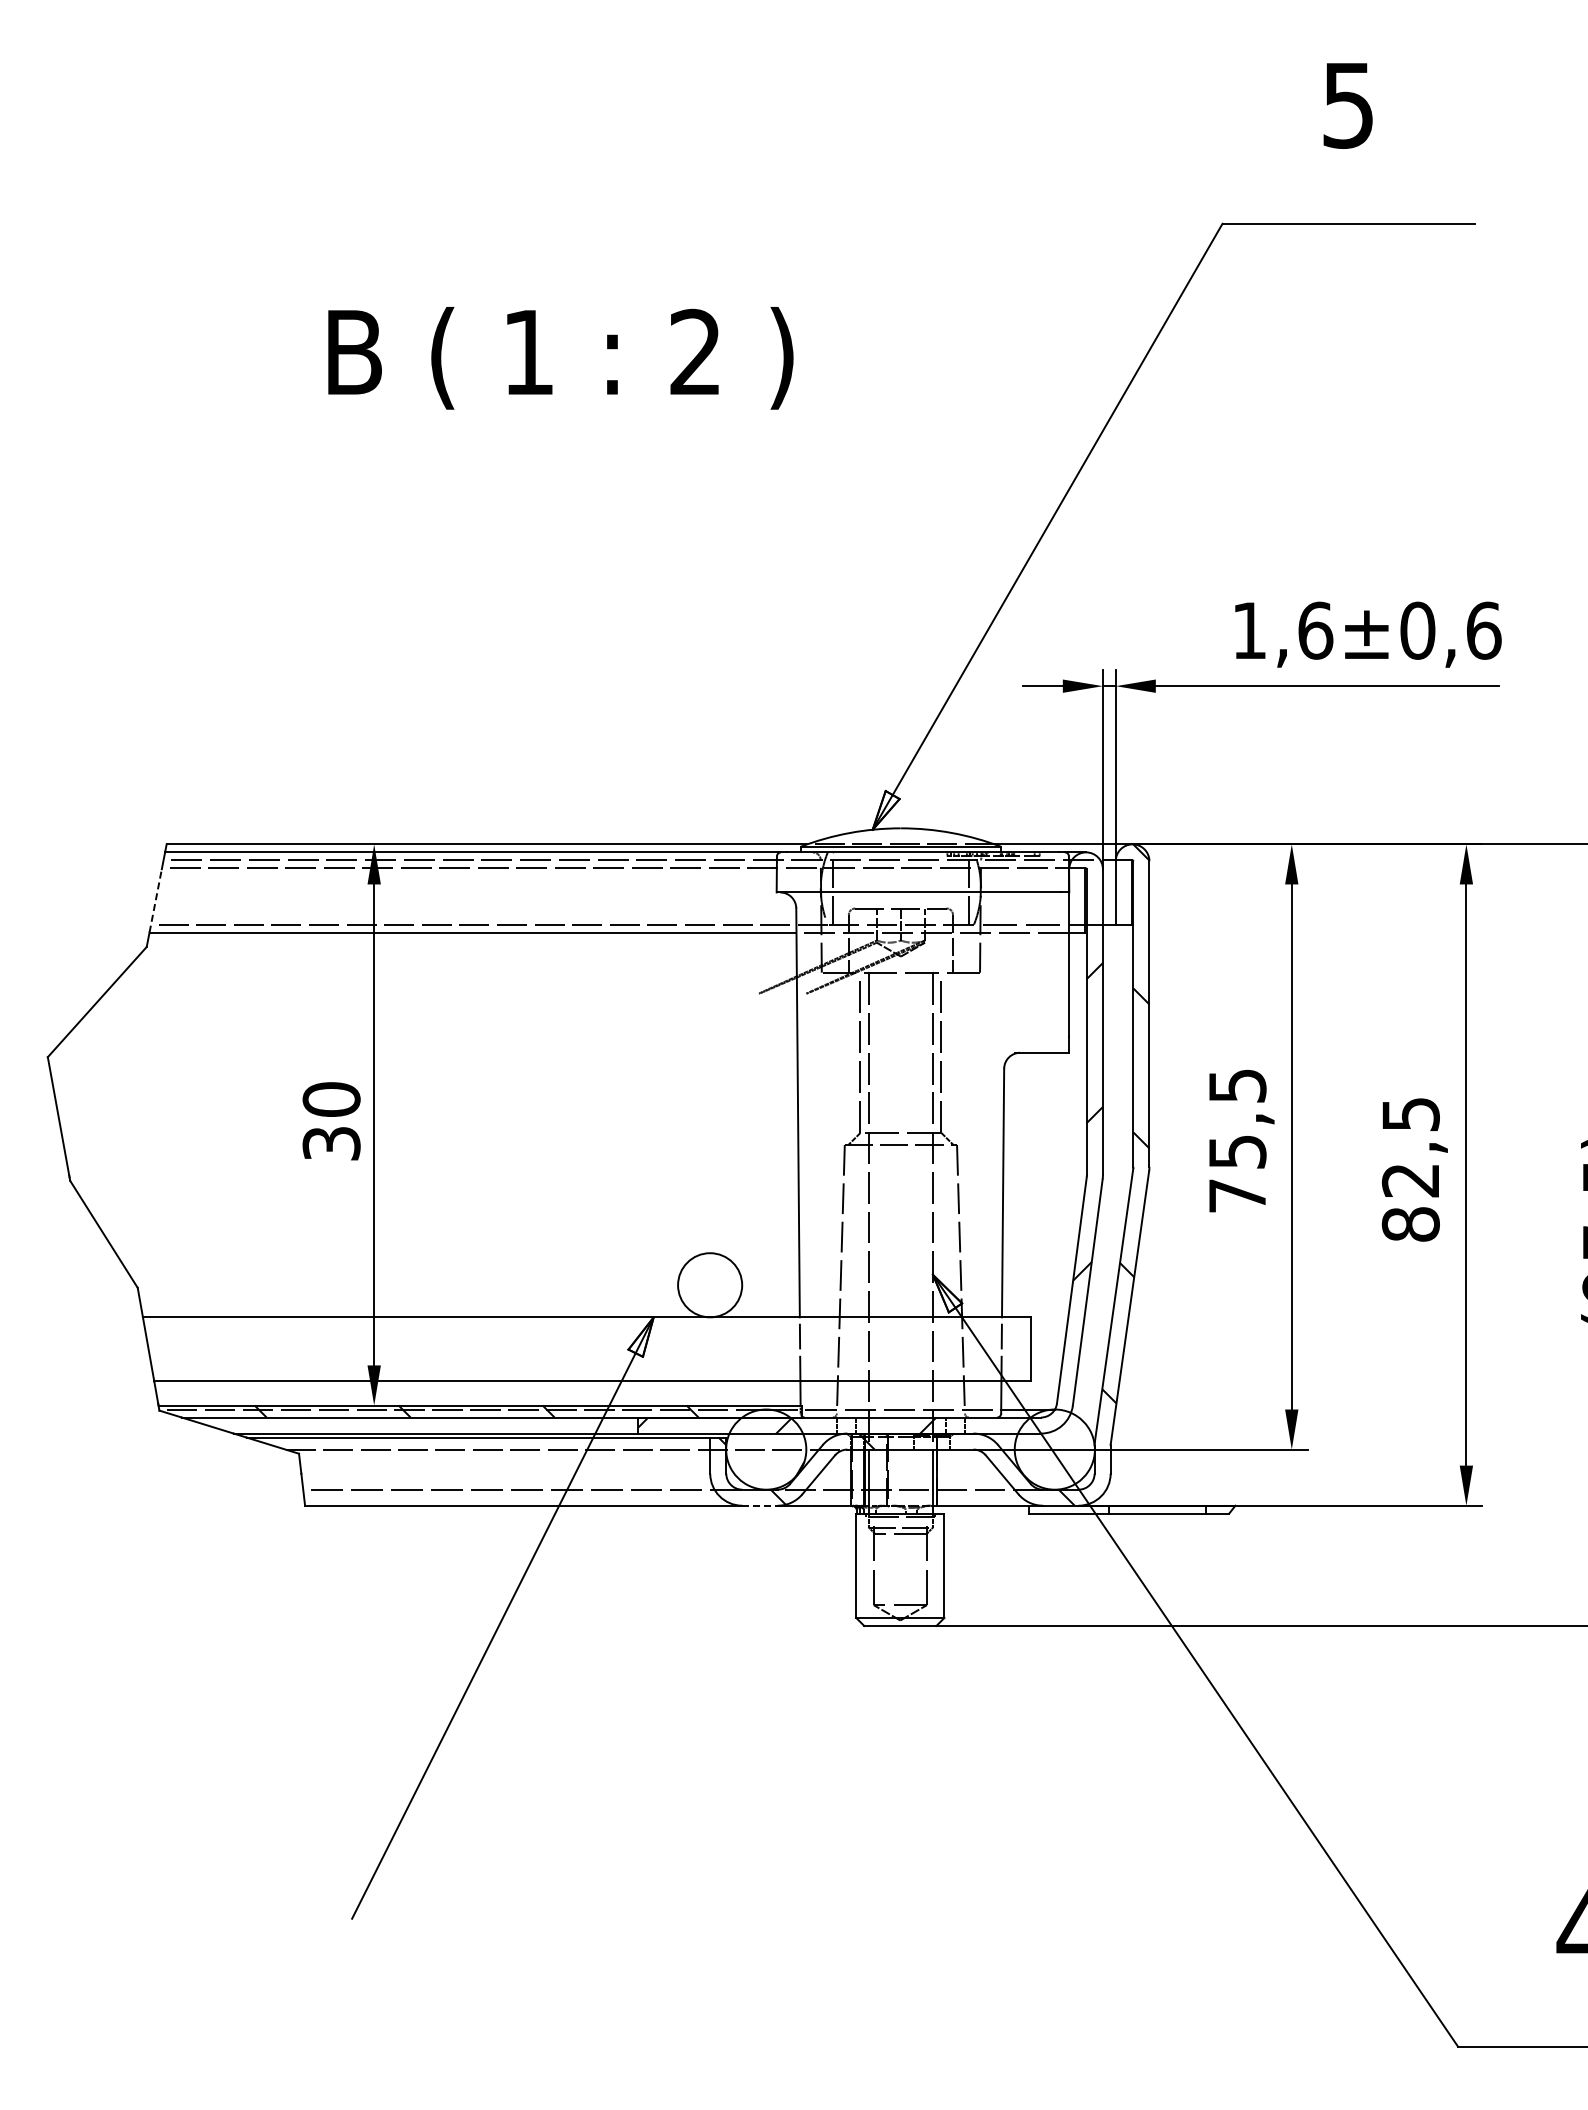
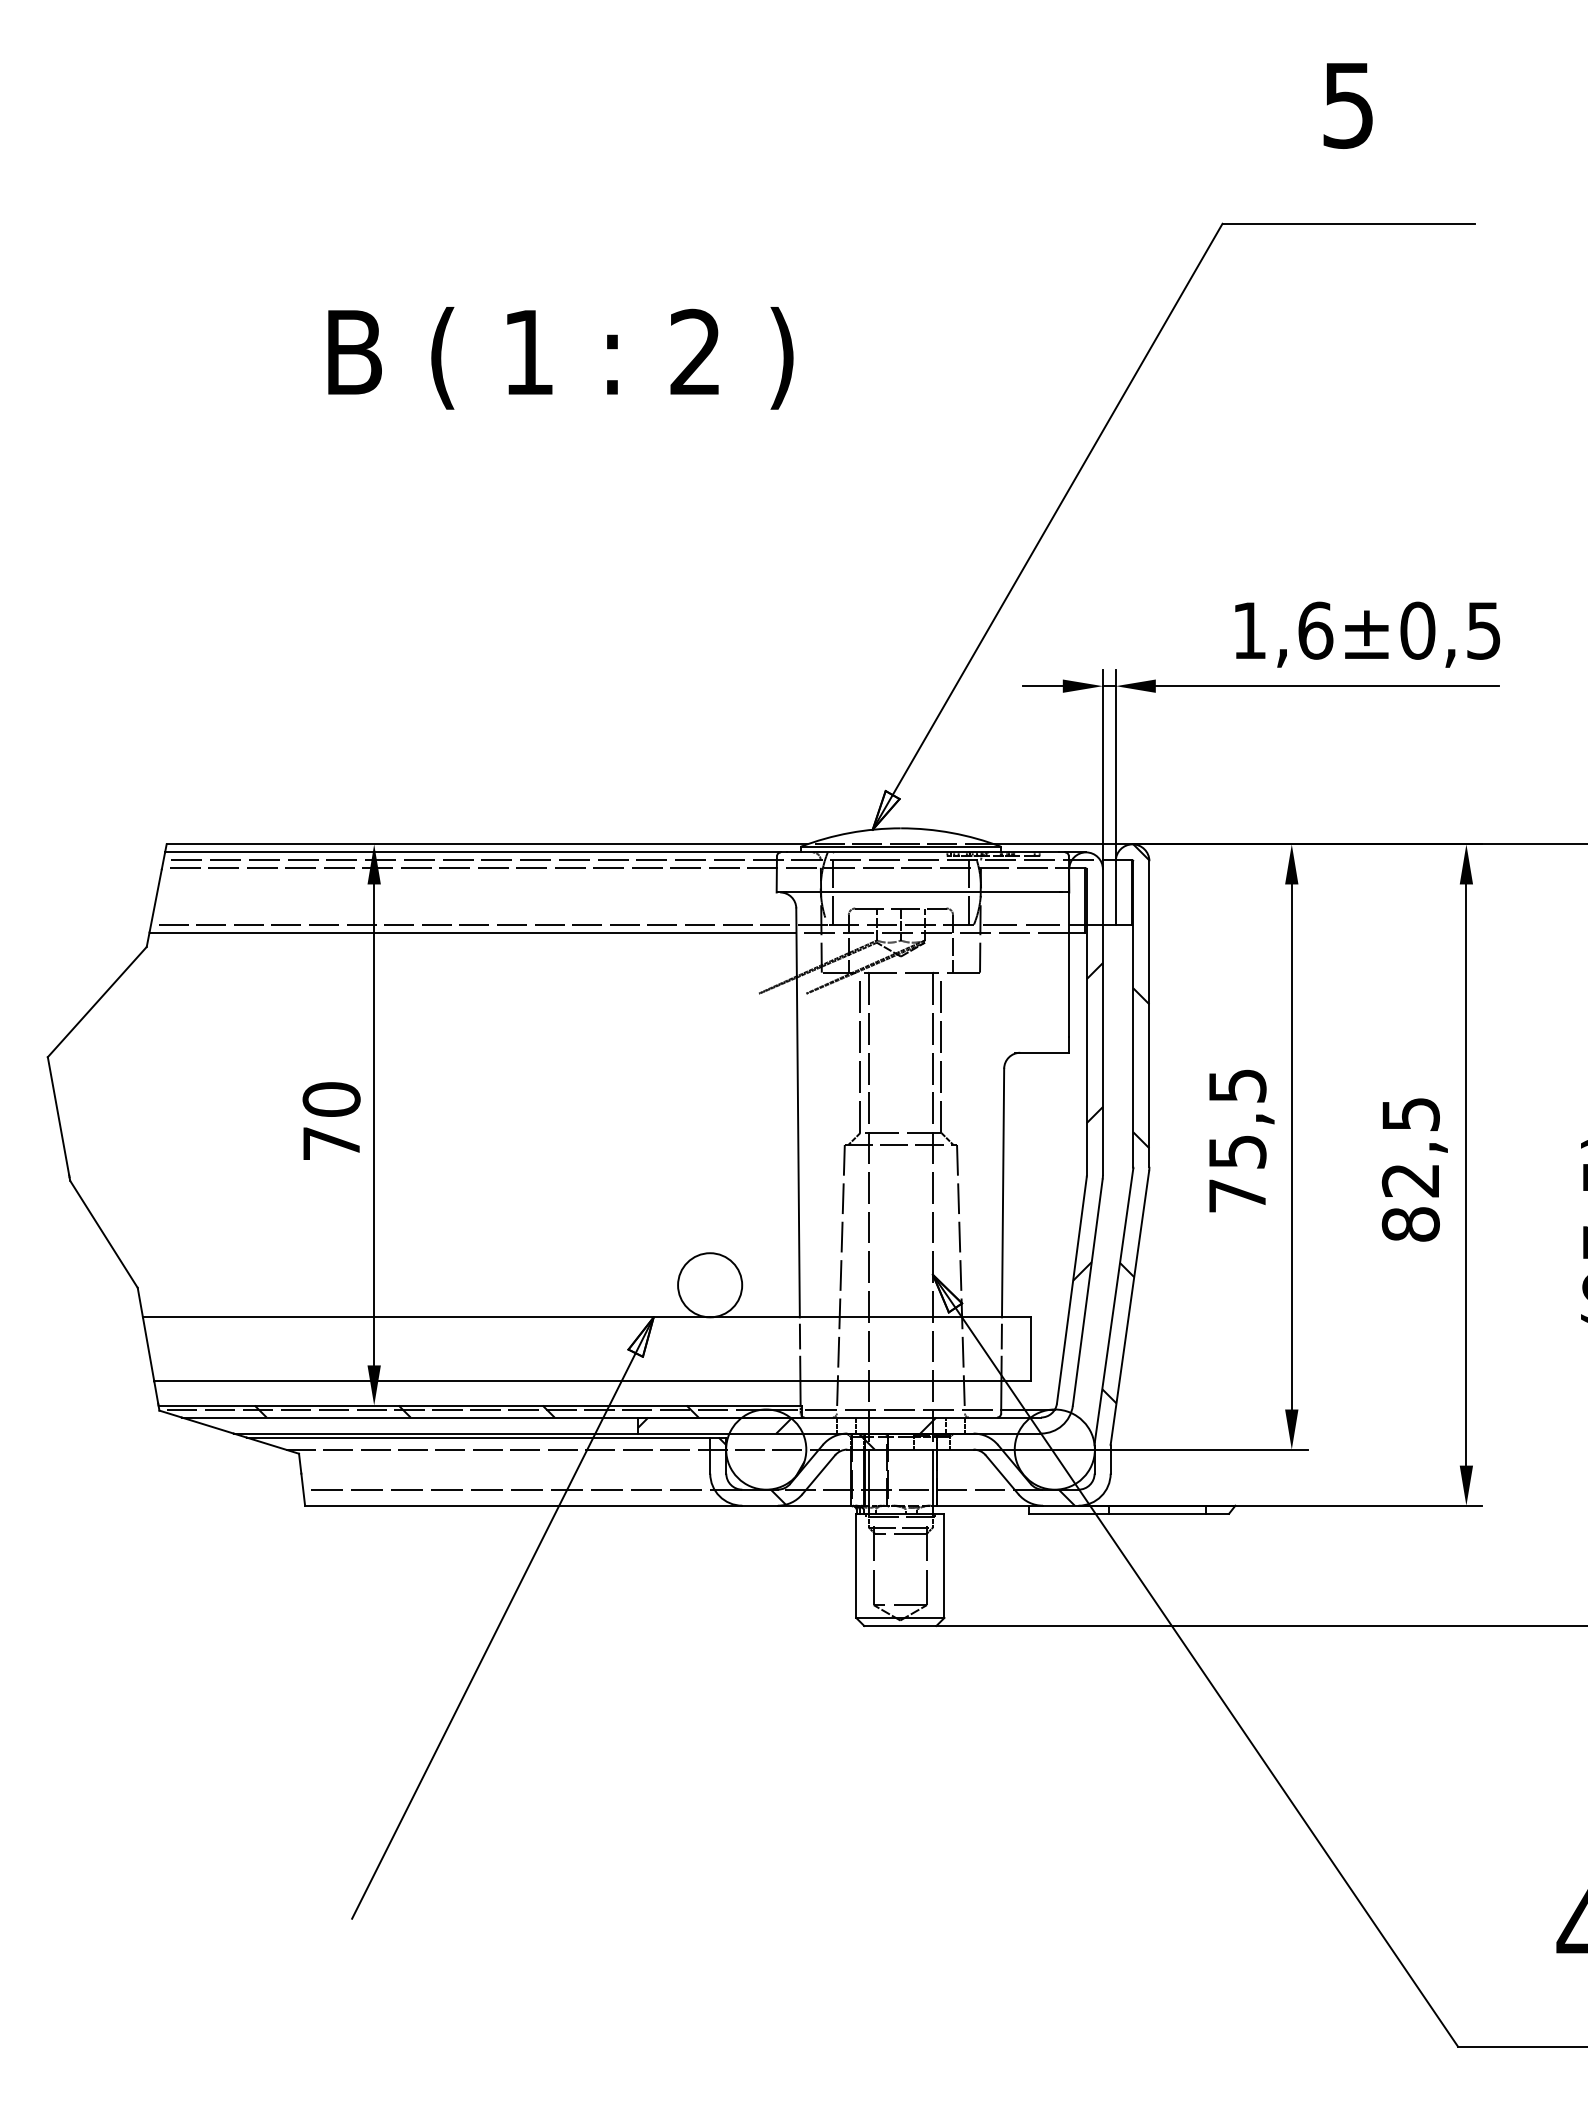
text at (1484, 630): ±0,6 -> ±0,5
line at (155, 900): dashed -> solid
text at (331, 1143): 30 -> 70
line at (760, 1505): dashed -> solid
